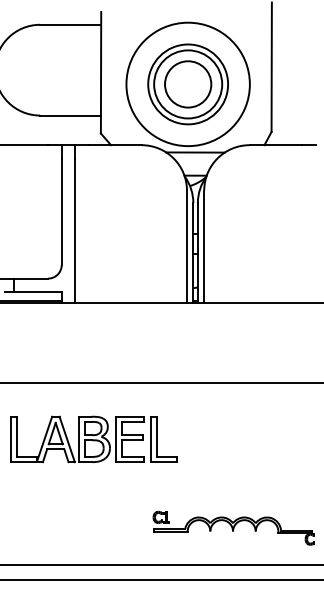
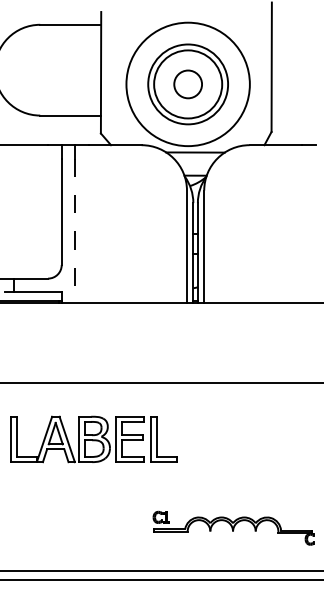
circle at (188, 84) diameter: 46 px -> 28 px
line at (75, 231): solid -> dashed
line at (161, 564) position: (161, 564) -> (161, 570)
